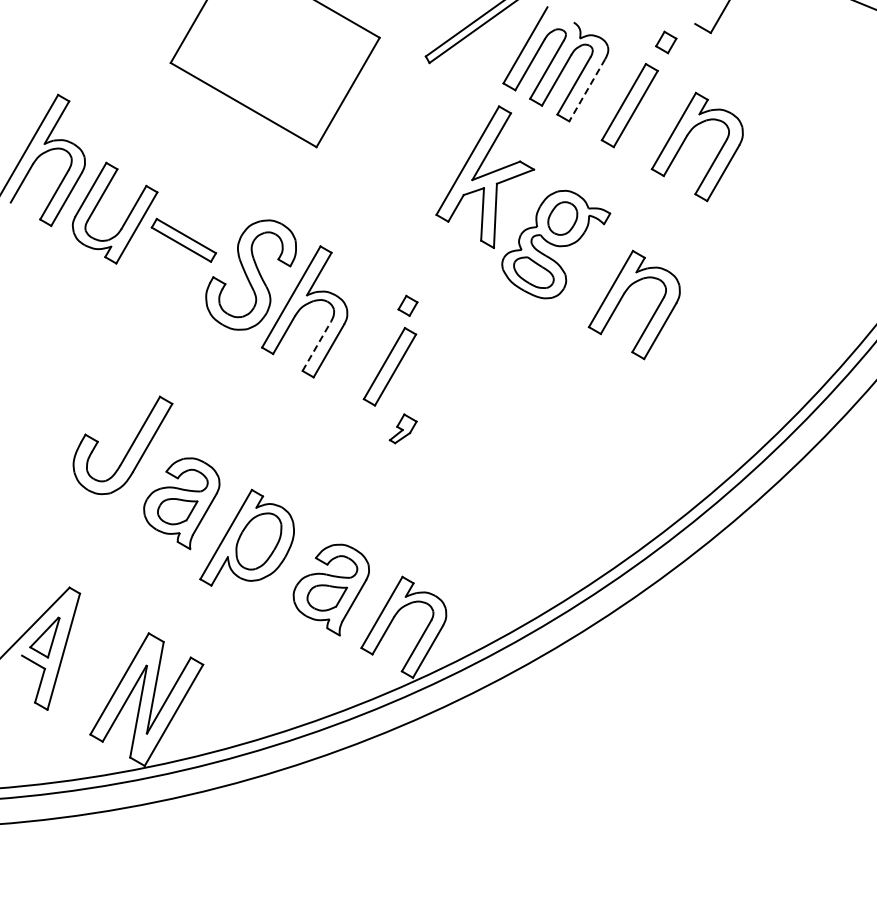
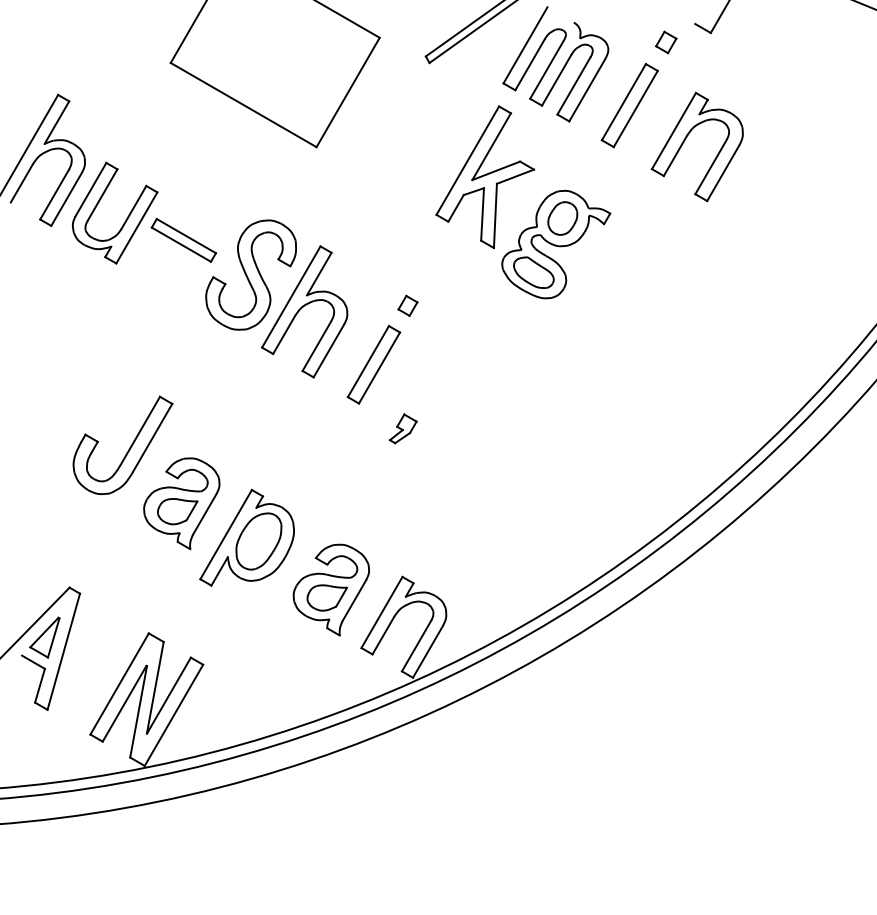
line at (587, 90): dashed -> solid
part at (622, 298): present -> none
line at (317, 345): dashed -> solid
part at (389, 366) position: (389, 366) -> (373, 364)
